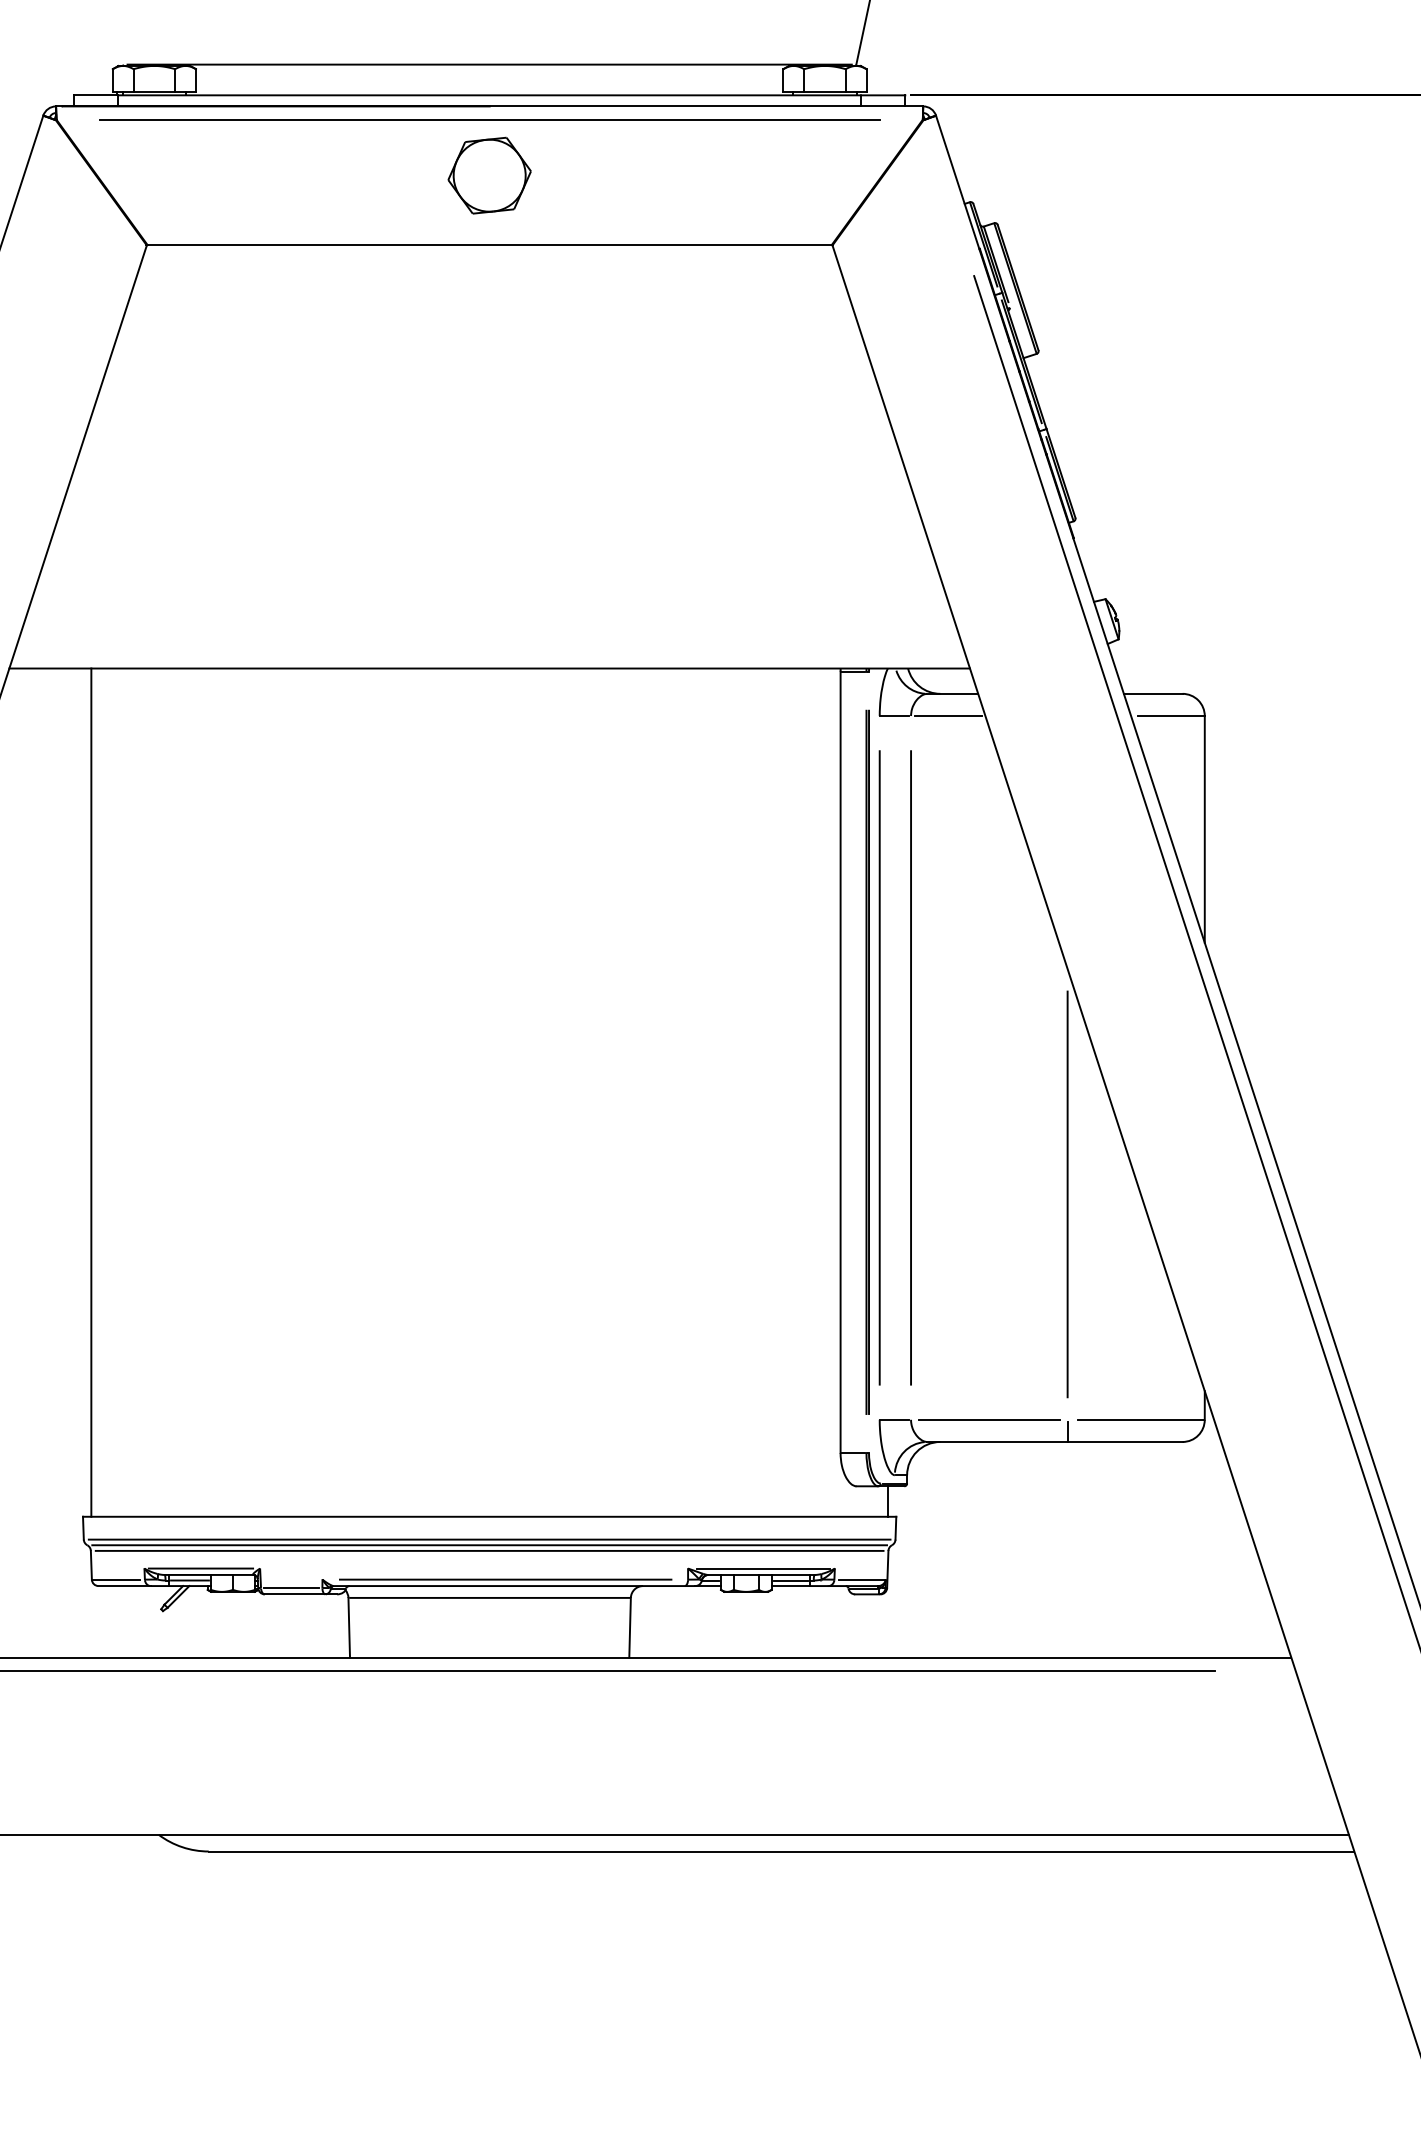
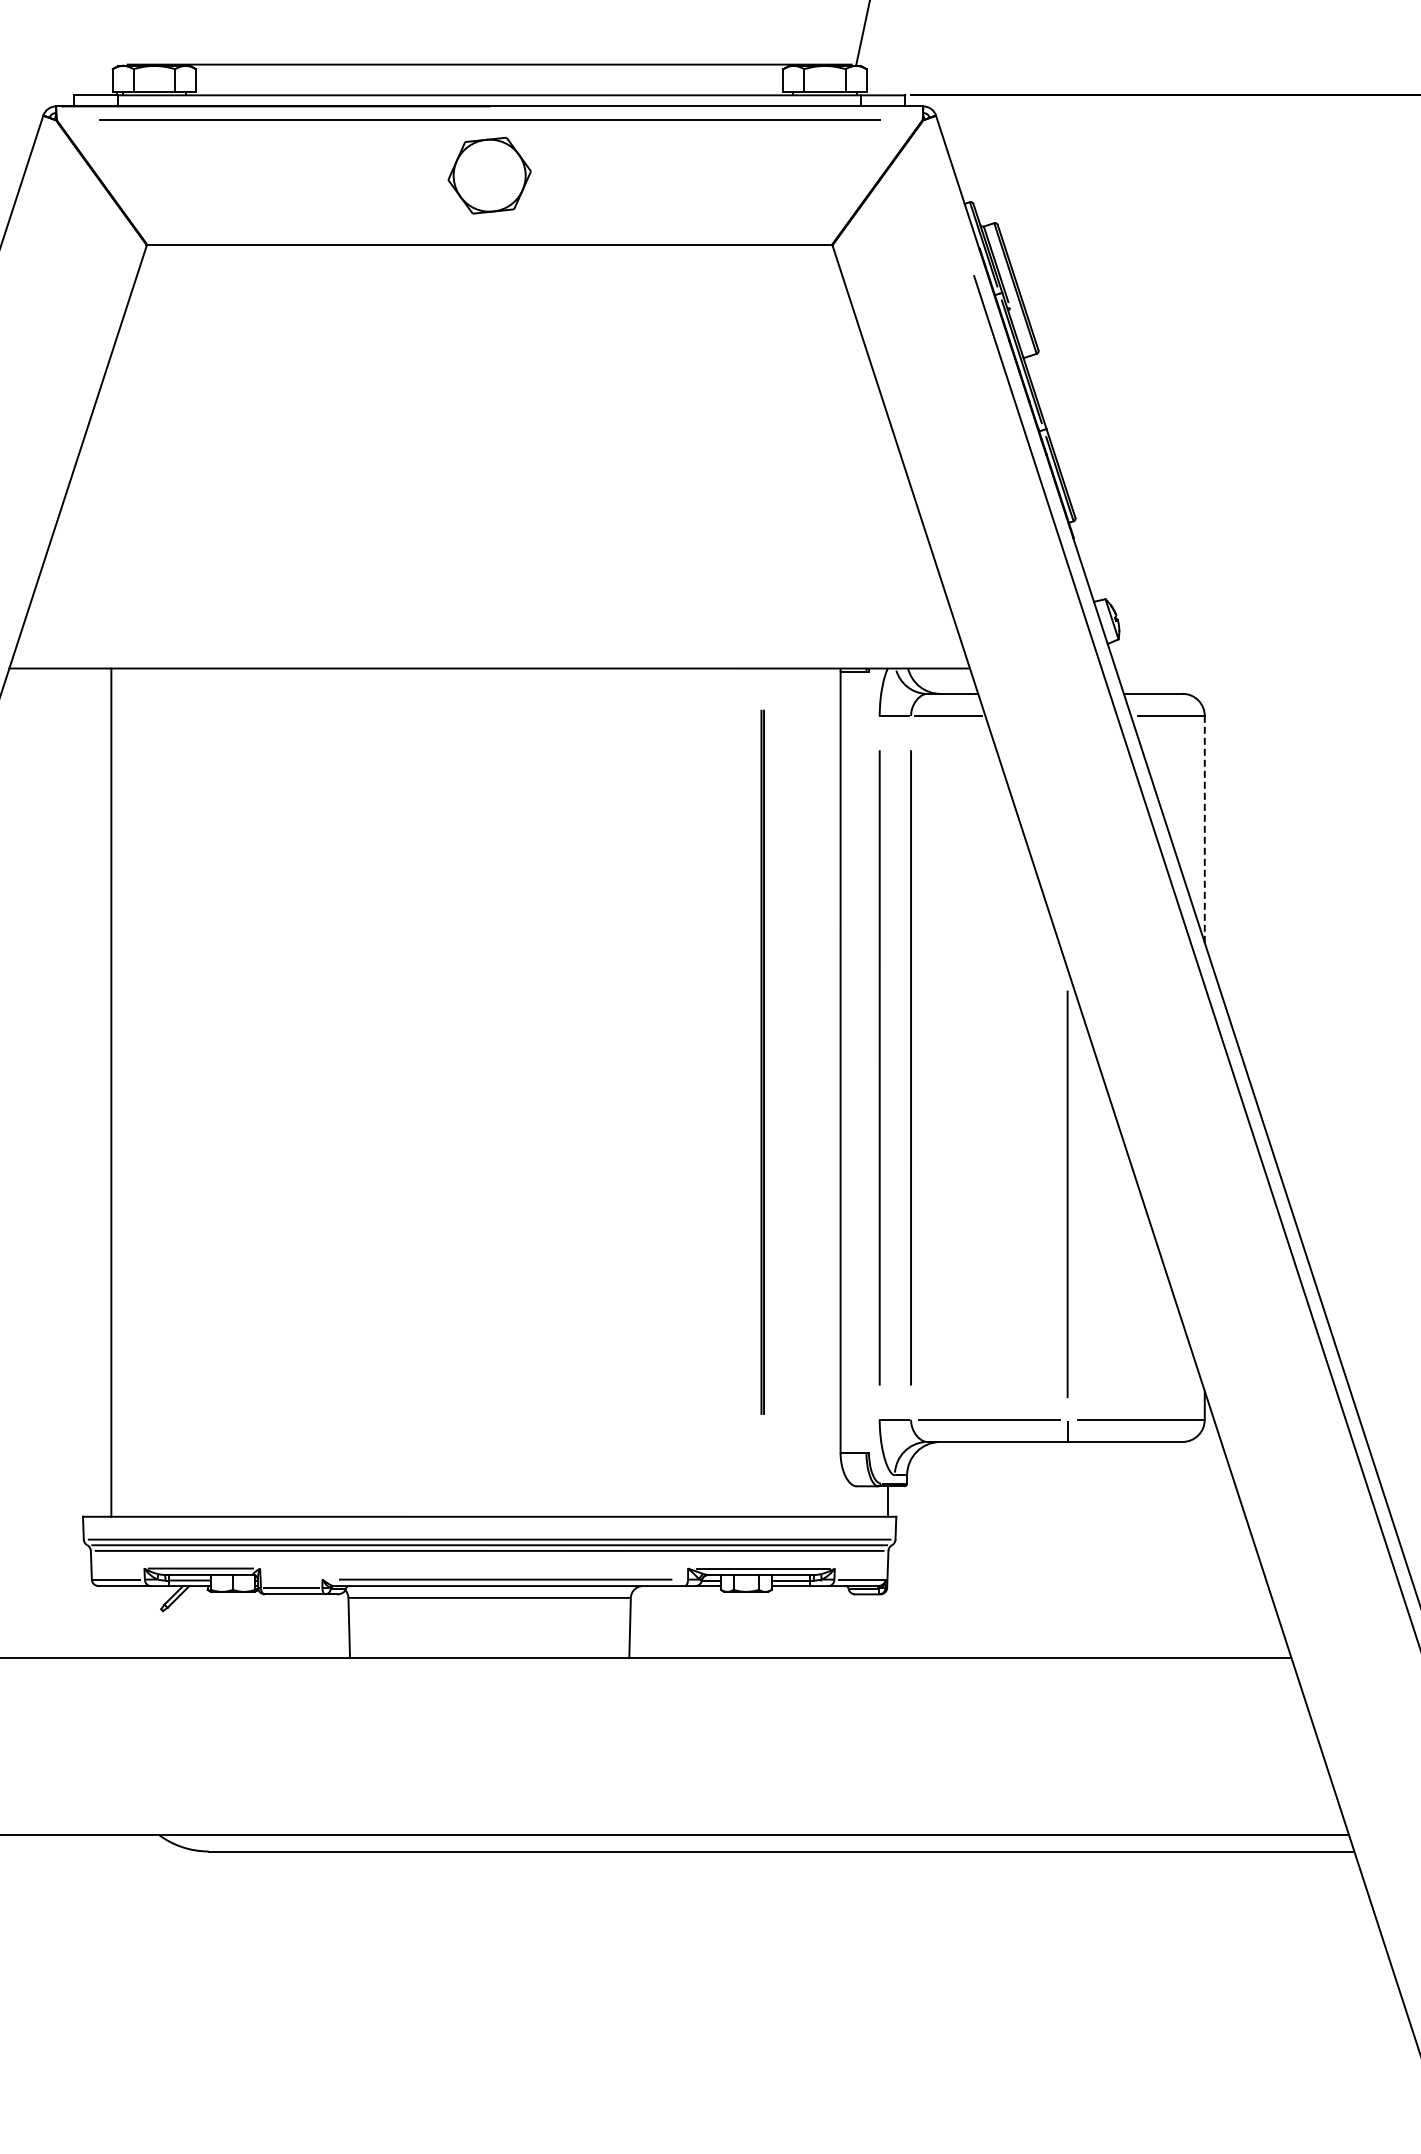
line at (1204, 828): solid -> dashed
line at (867, 1061) position: (867, 1061) -> (762, 1061)
line at (91, 1092) position: (91, 1092) -> (111, 1092)
line at (608, 1670): present -> none
